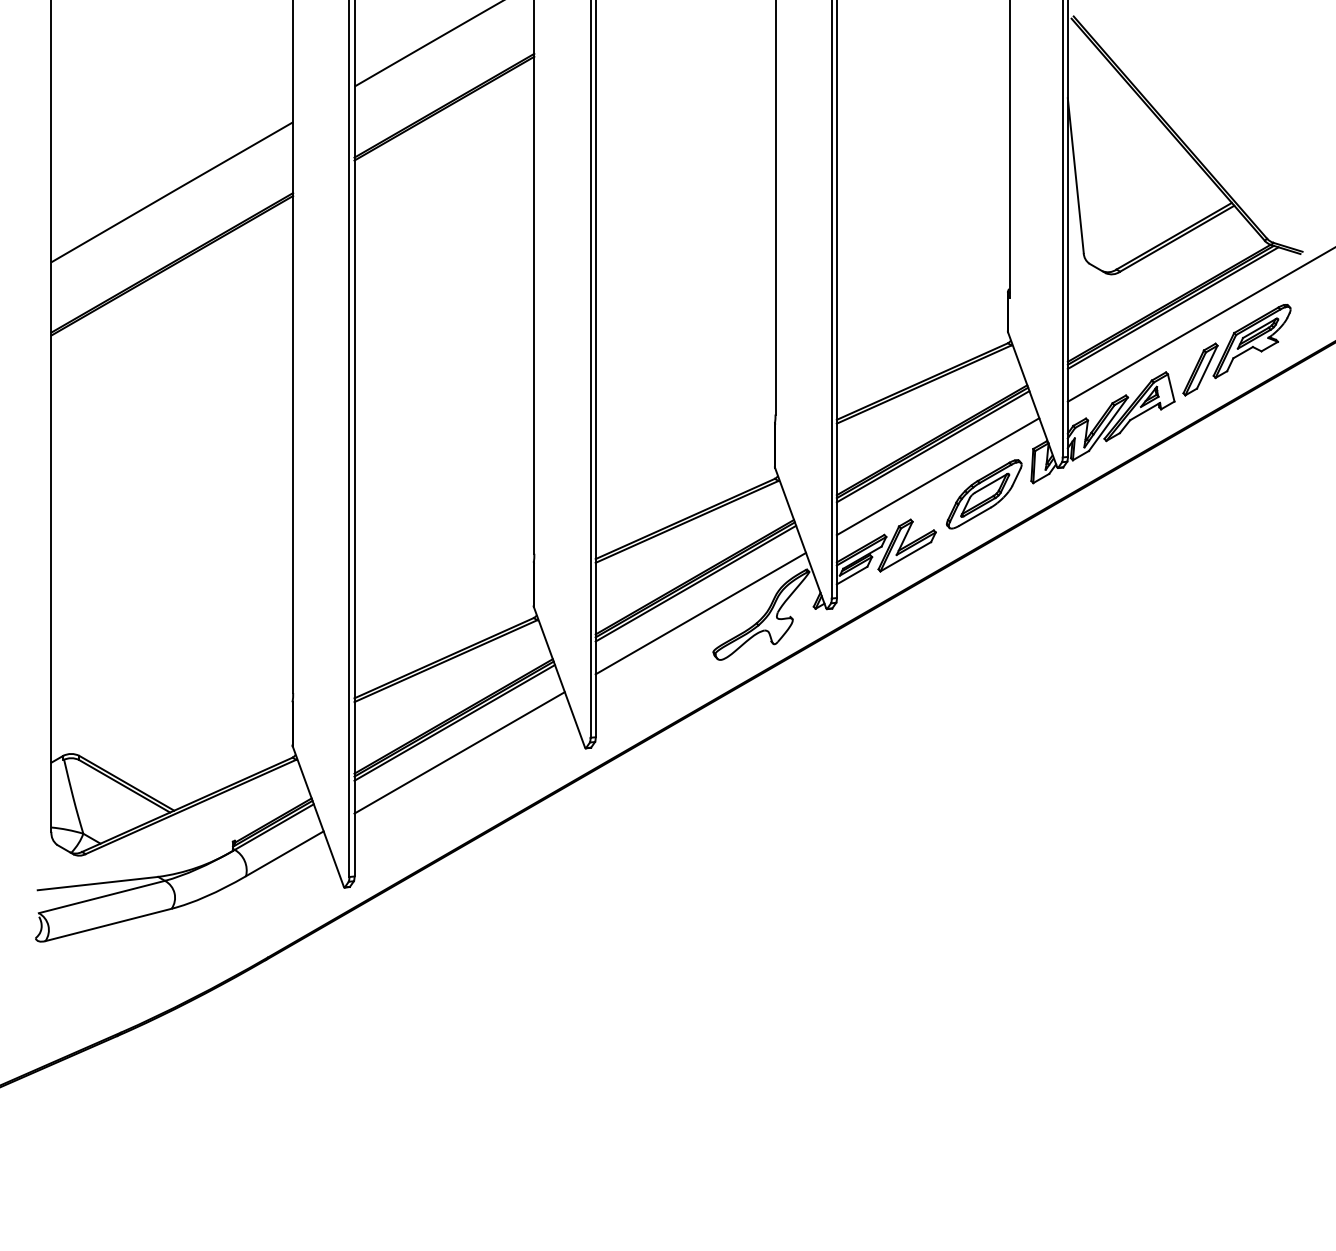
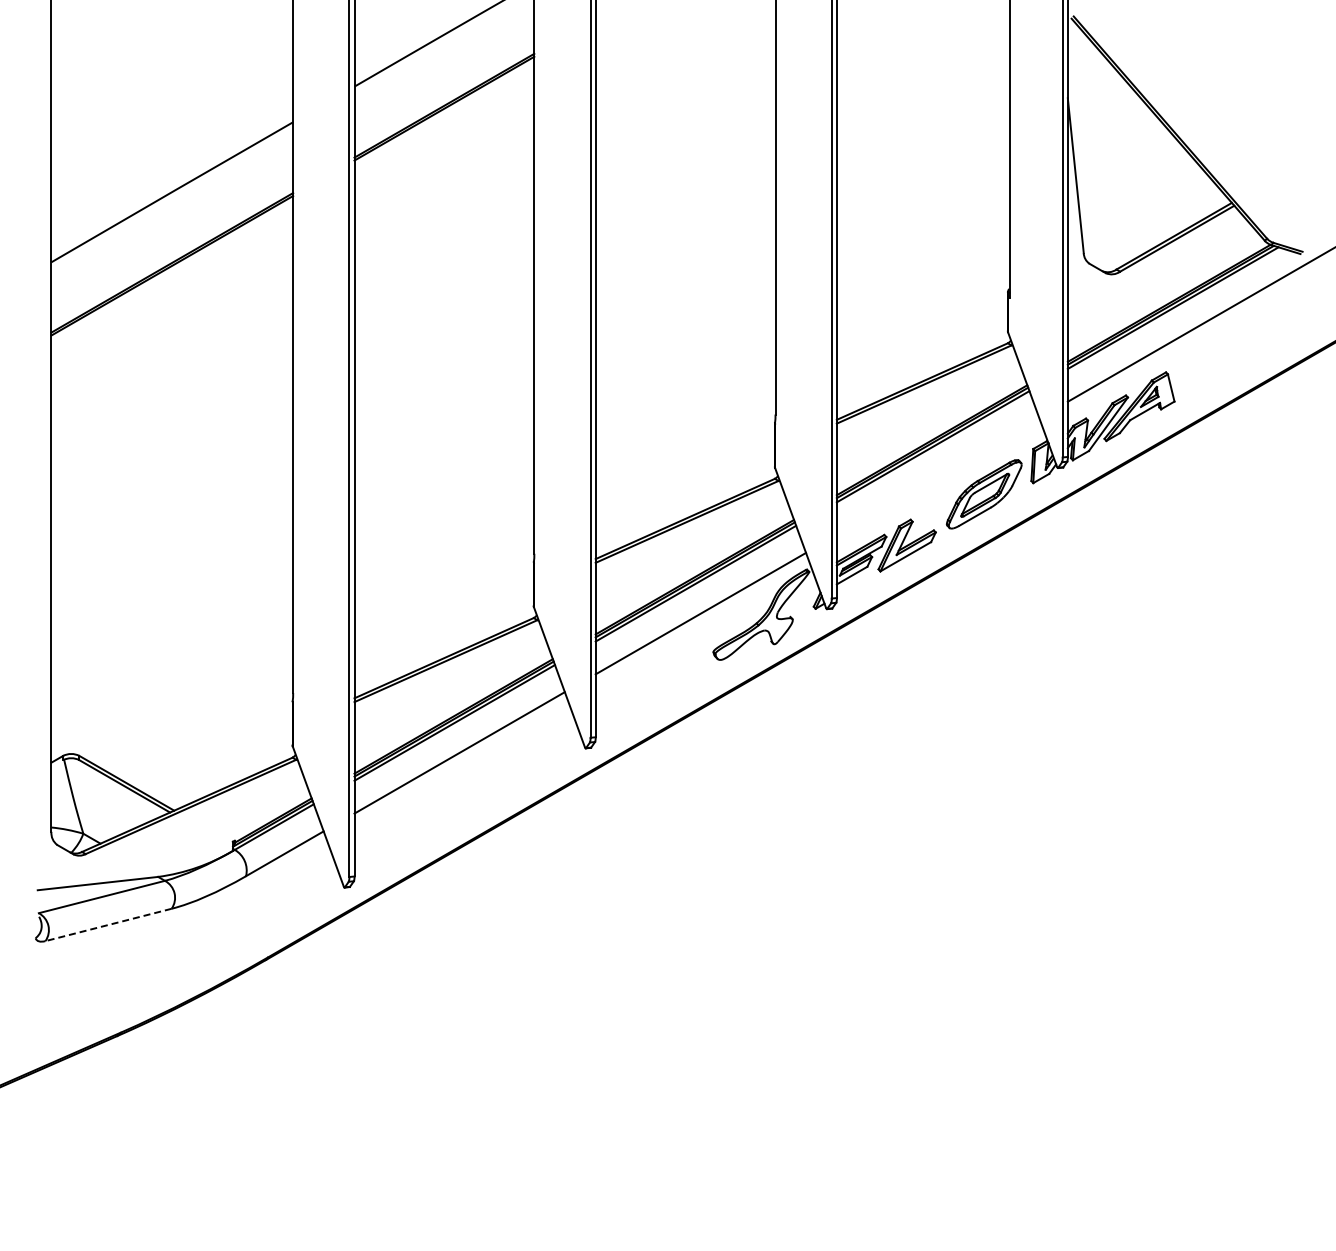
part at (1236, 349): present -> none
line at (937, 476): present -> none
line at (108, 925): solid -> dashed
